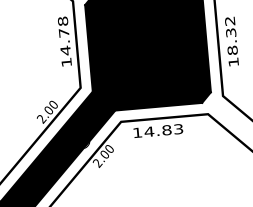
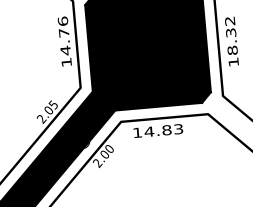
text at (62, 20): 14.78 -> 14.76
text at (52, 104): 2.00 -> 2.05
